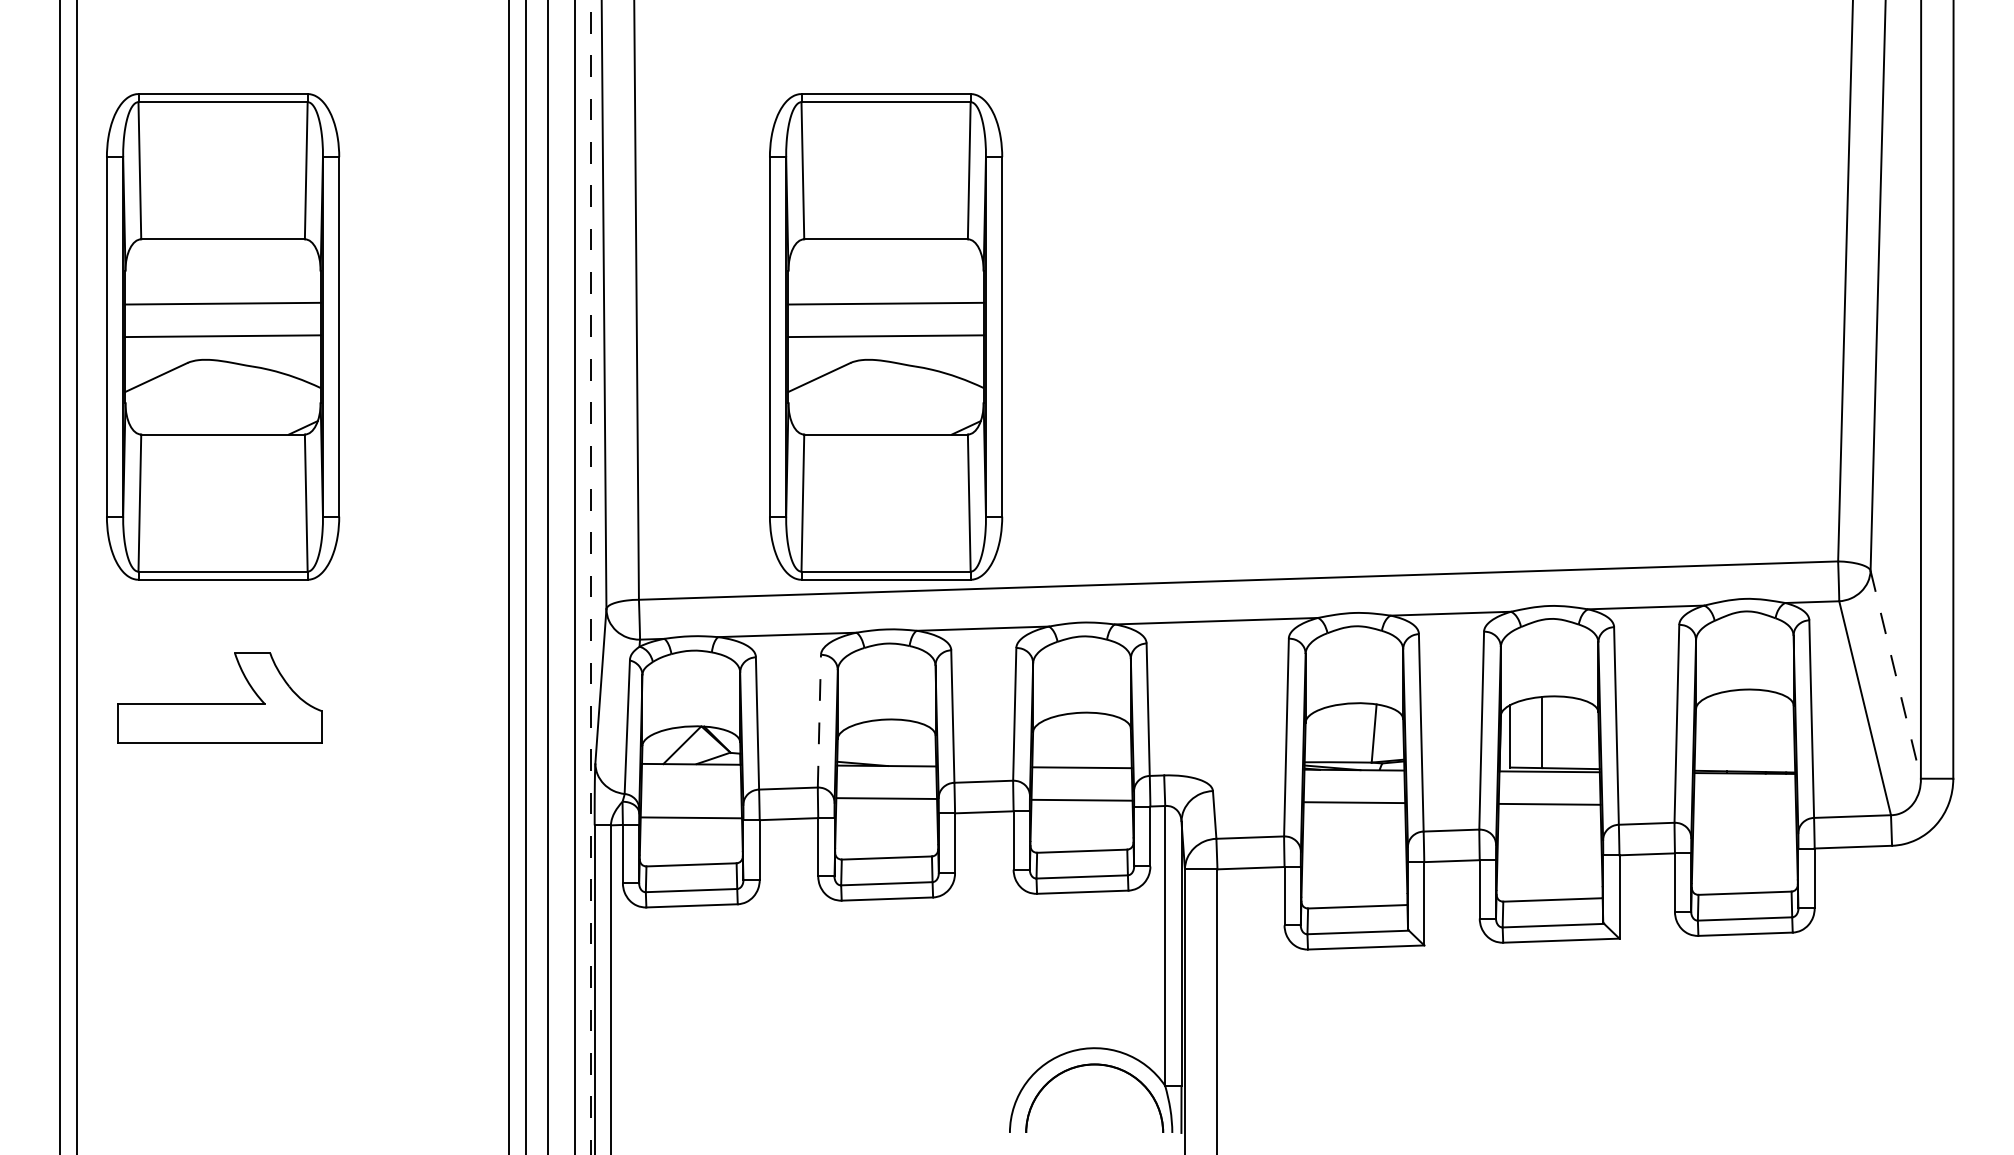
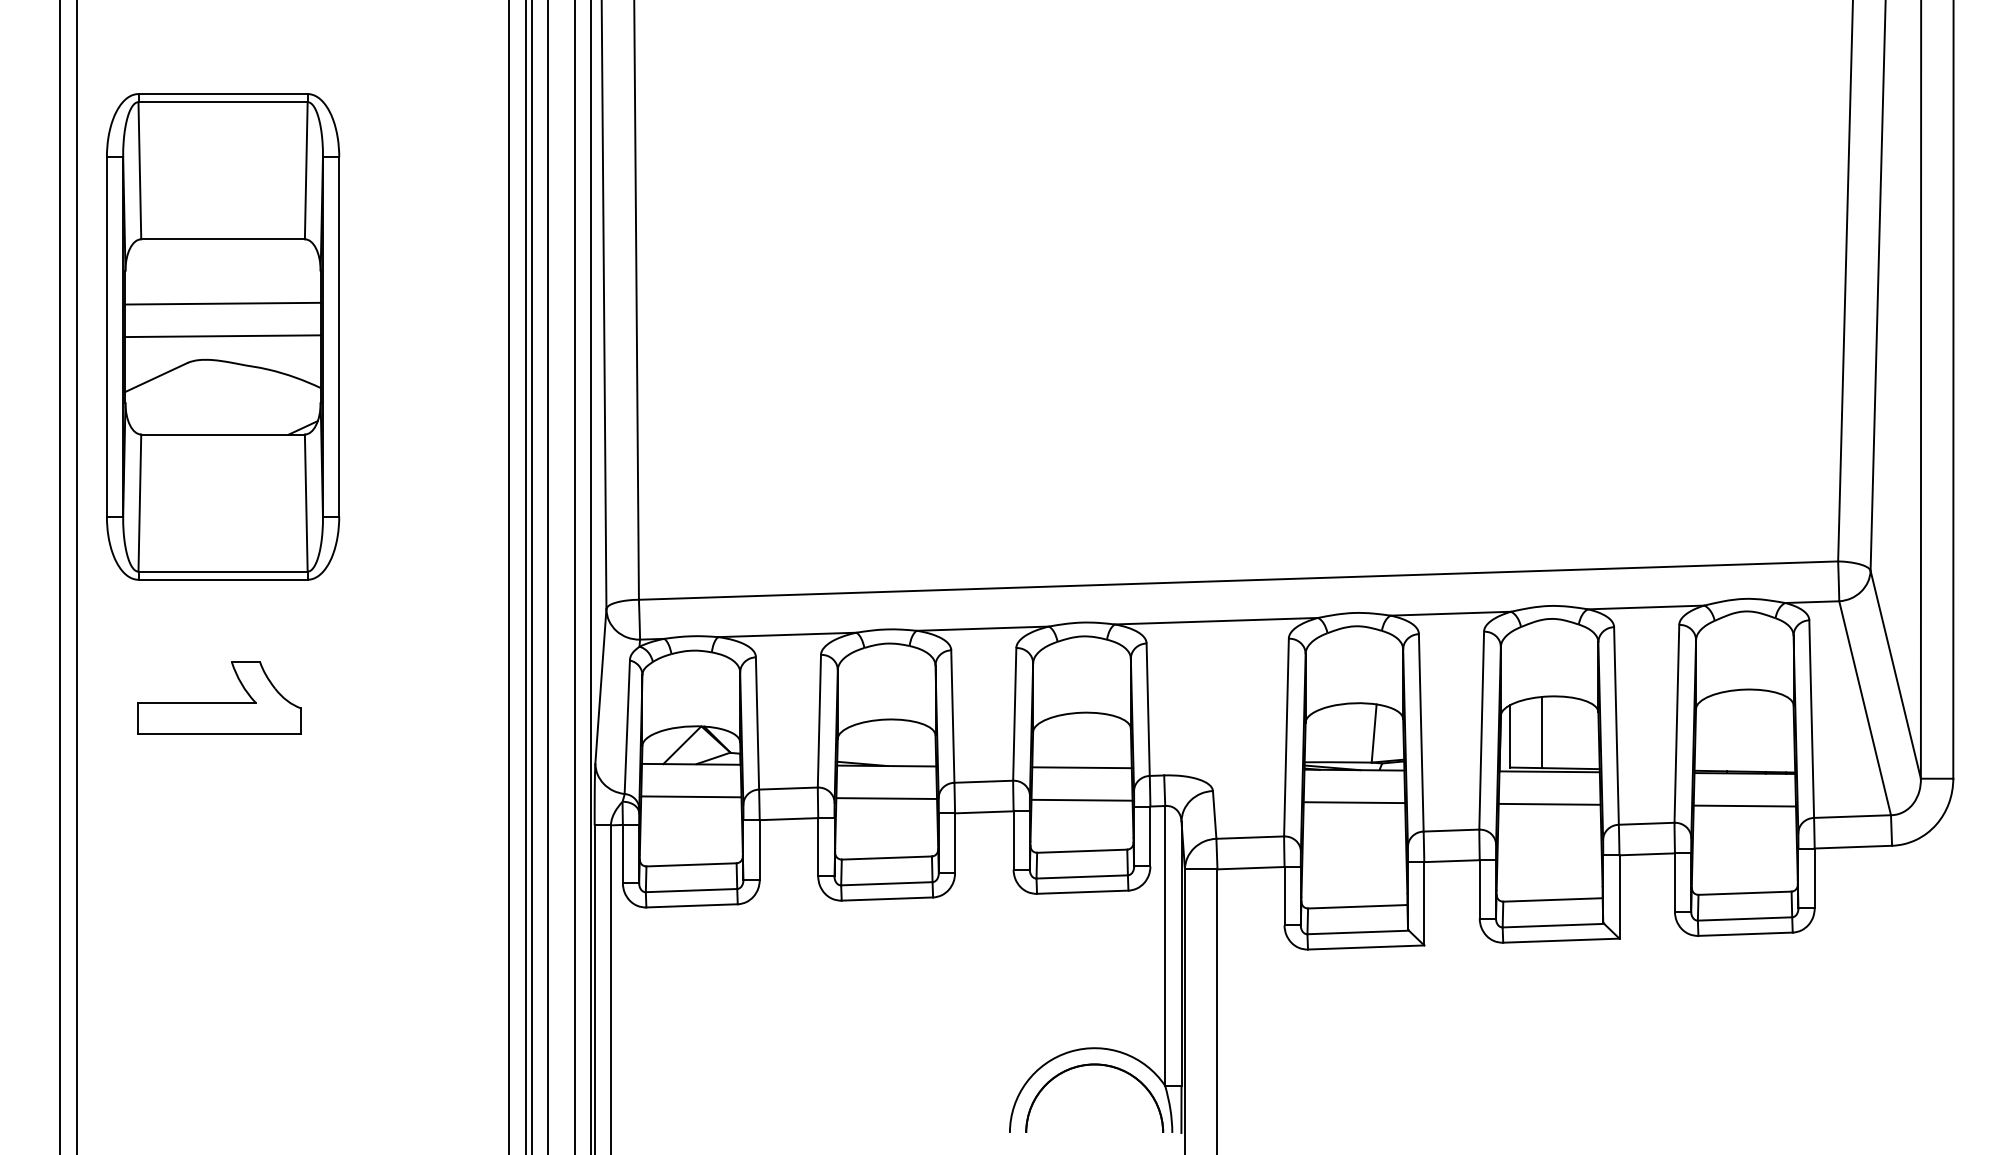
part at (886, 336): present -> none
line at (532, 576): none -> present
line at (590, 577): dashed -> solid
line at (1895, 674): dashed -> solid
part at (219, 697) size: 206x92 px -> 165x74 px
line at (819, 720): dashed -> solid
line at (1744, 805): none -> present
line at (691, 817) position: (691, 817) -> (691, 796)
